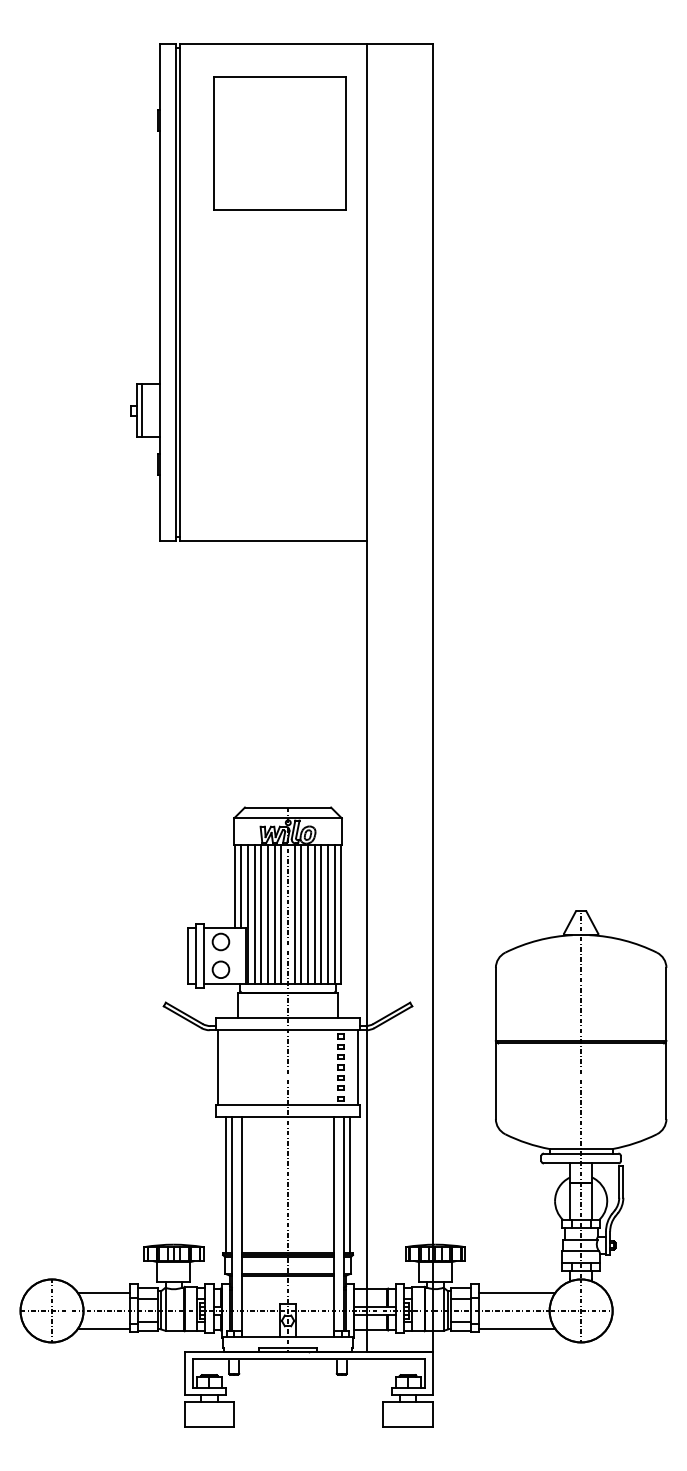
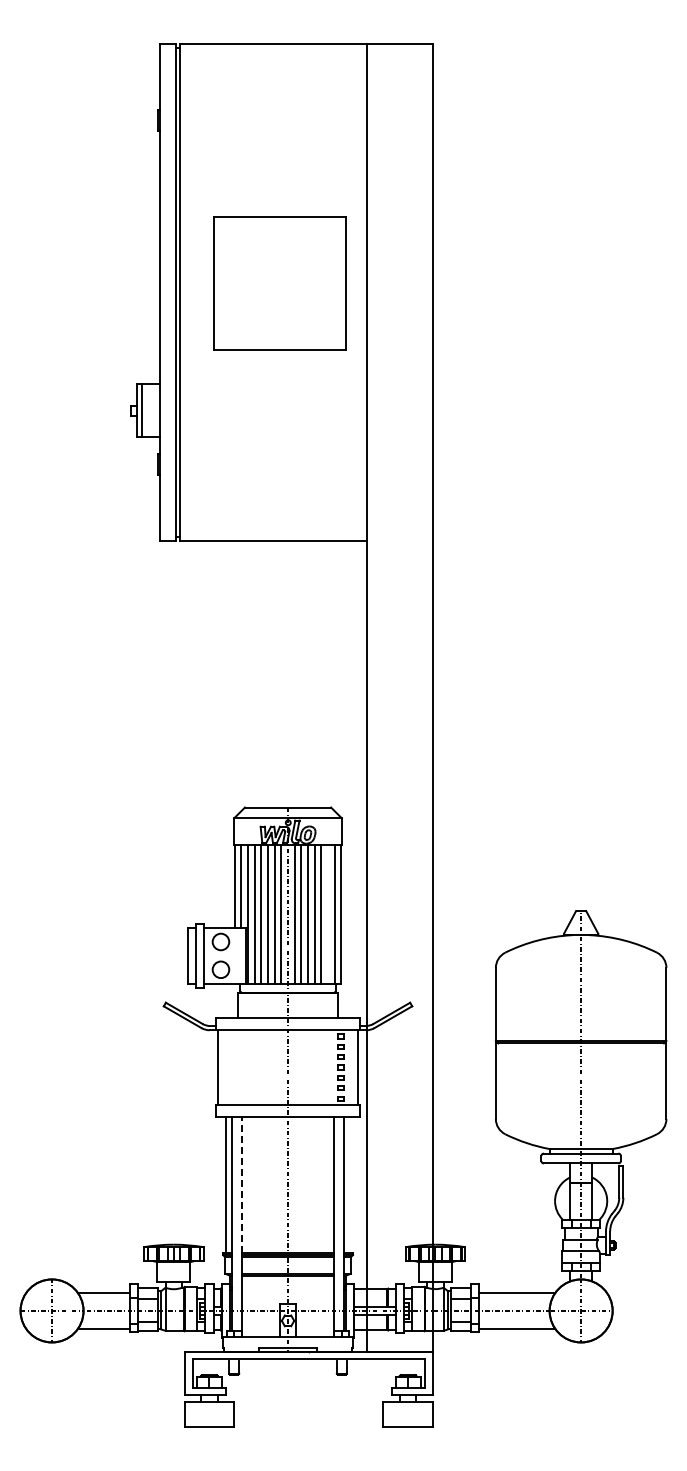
part at (279, 143) position: (279, 143) -> (279, 283)
line at (328, 913): present -> none
line at (350, 1184): present -> none
line at (241, 1185): solid -> dashed
